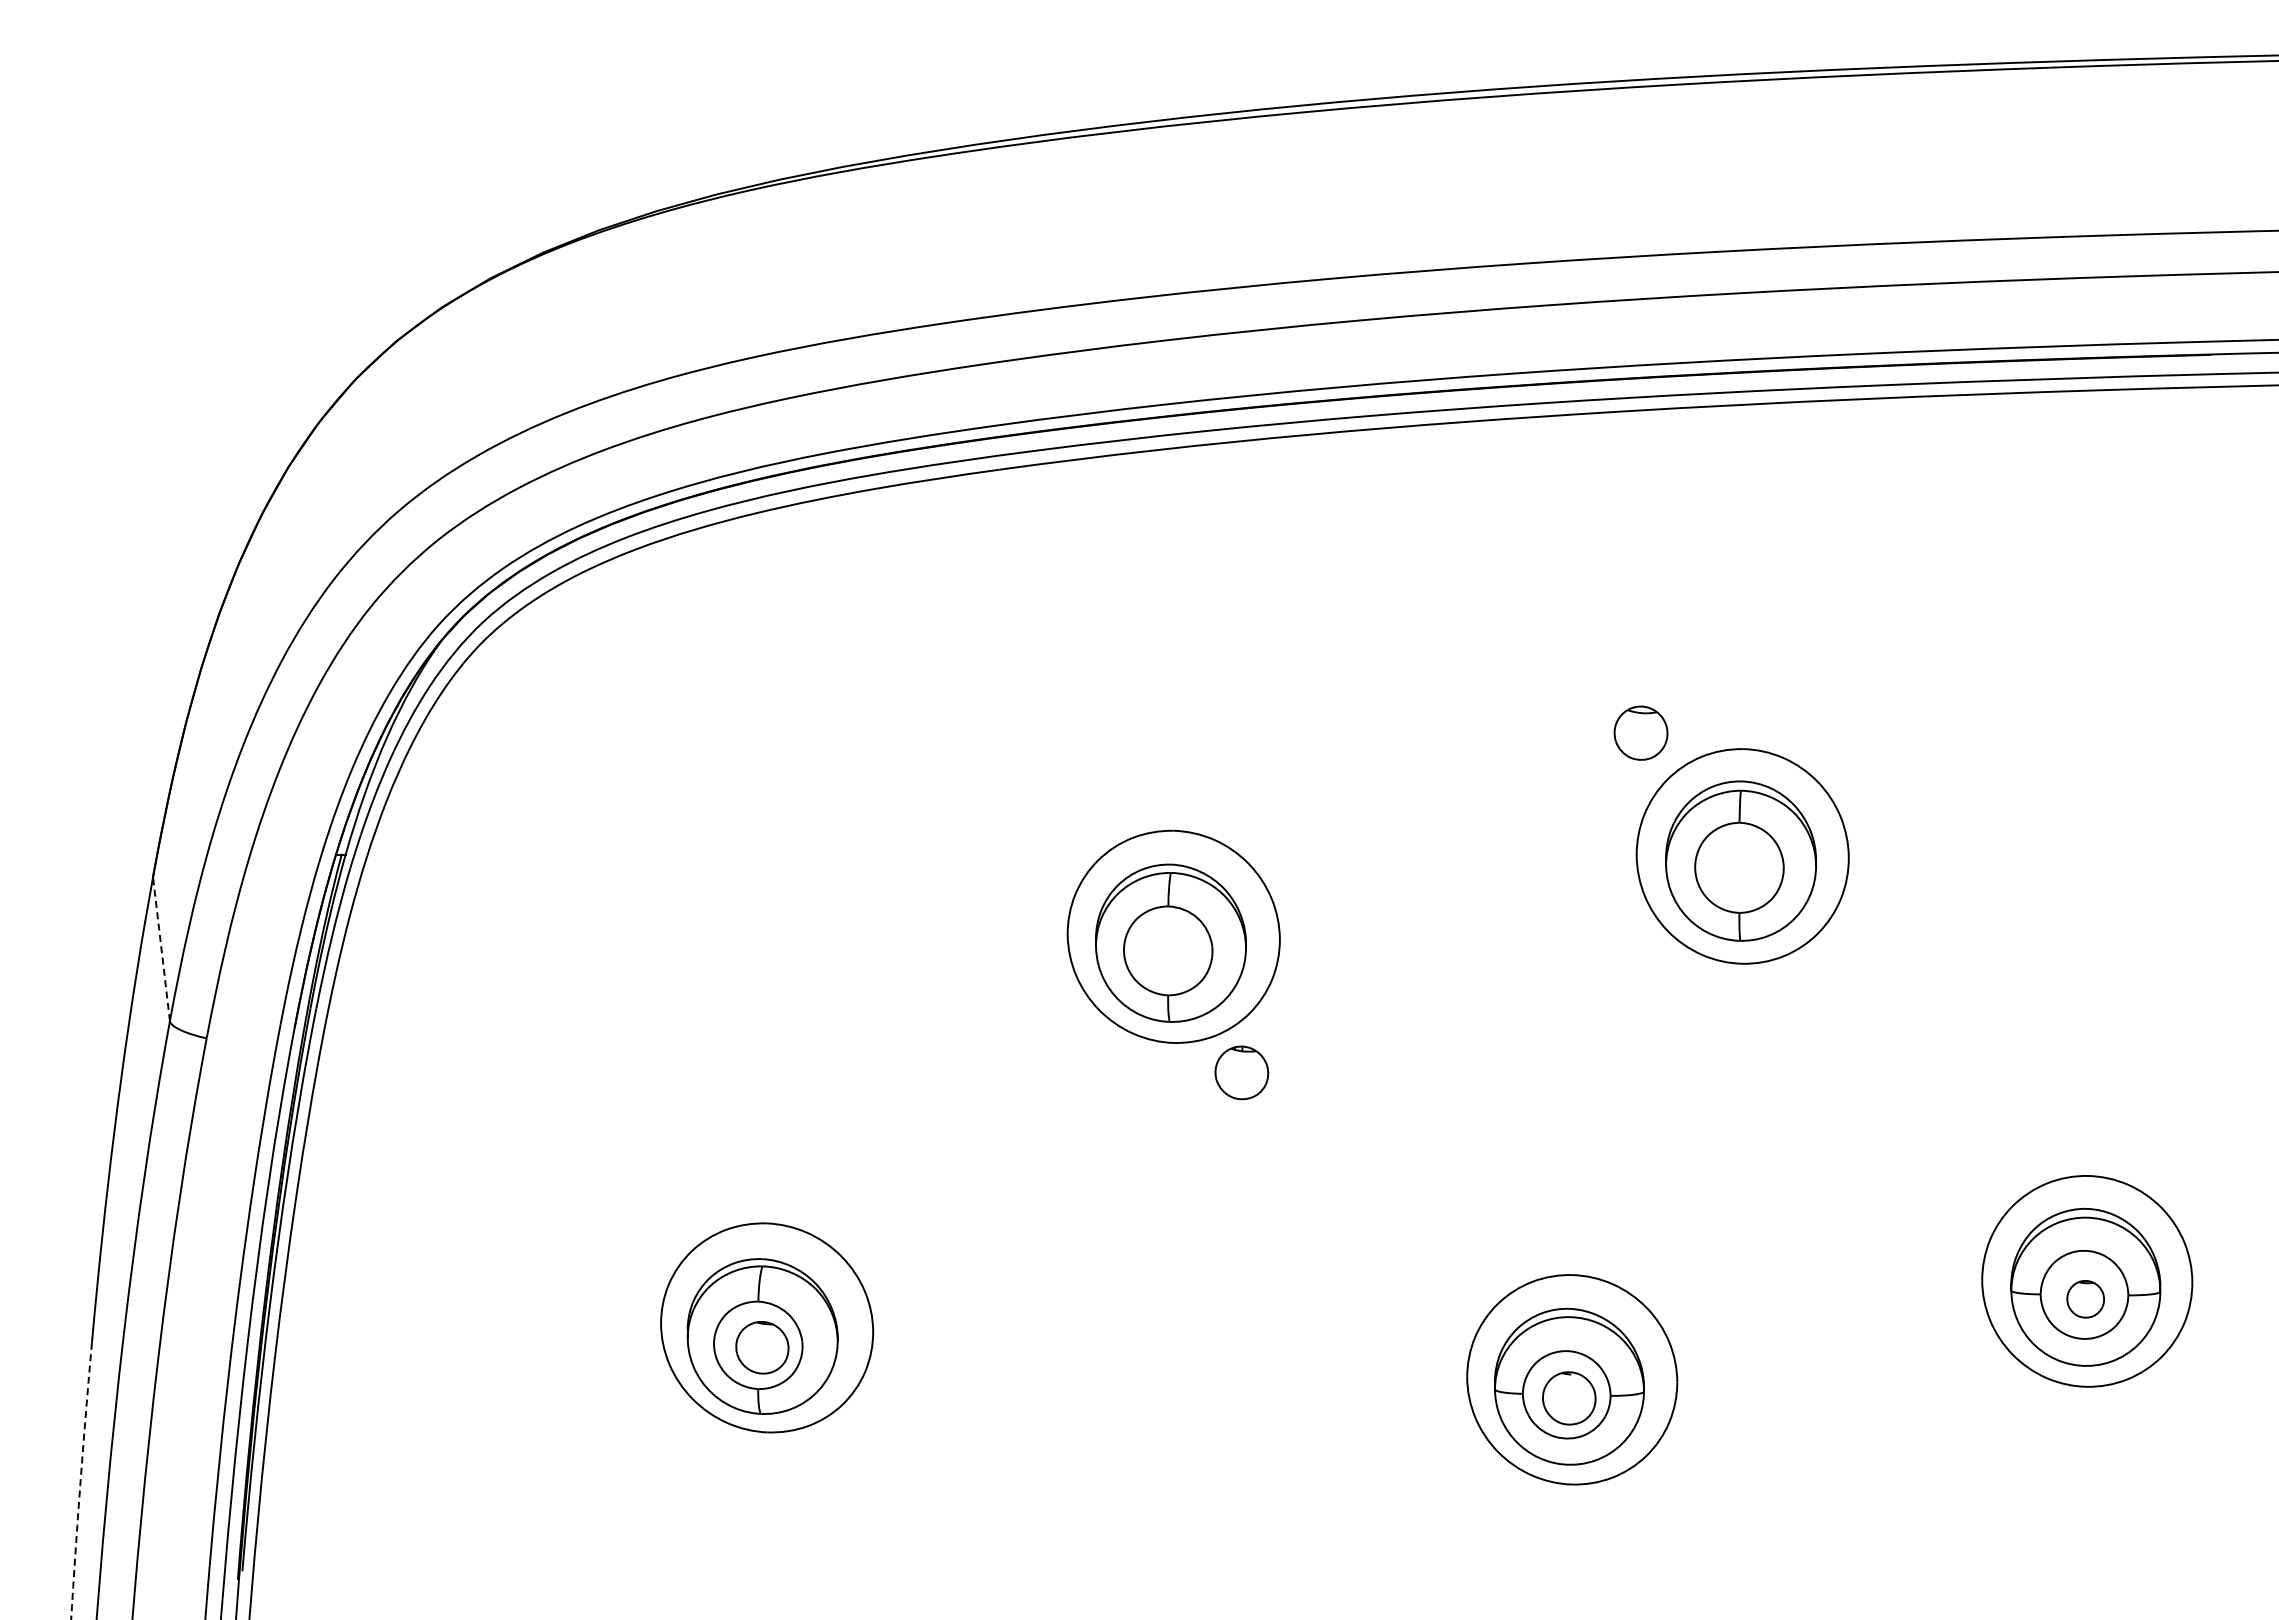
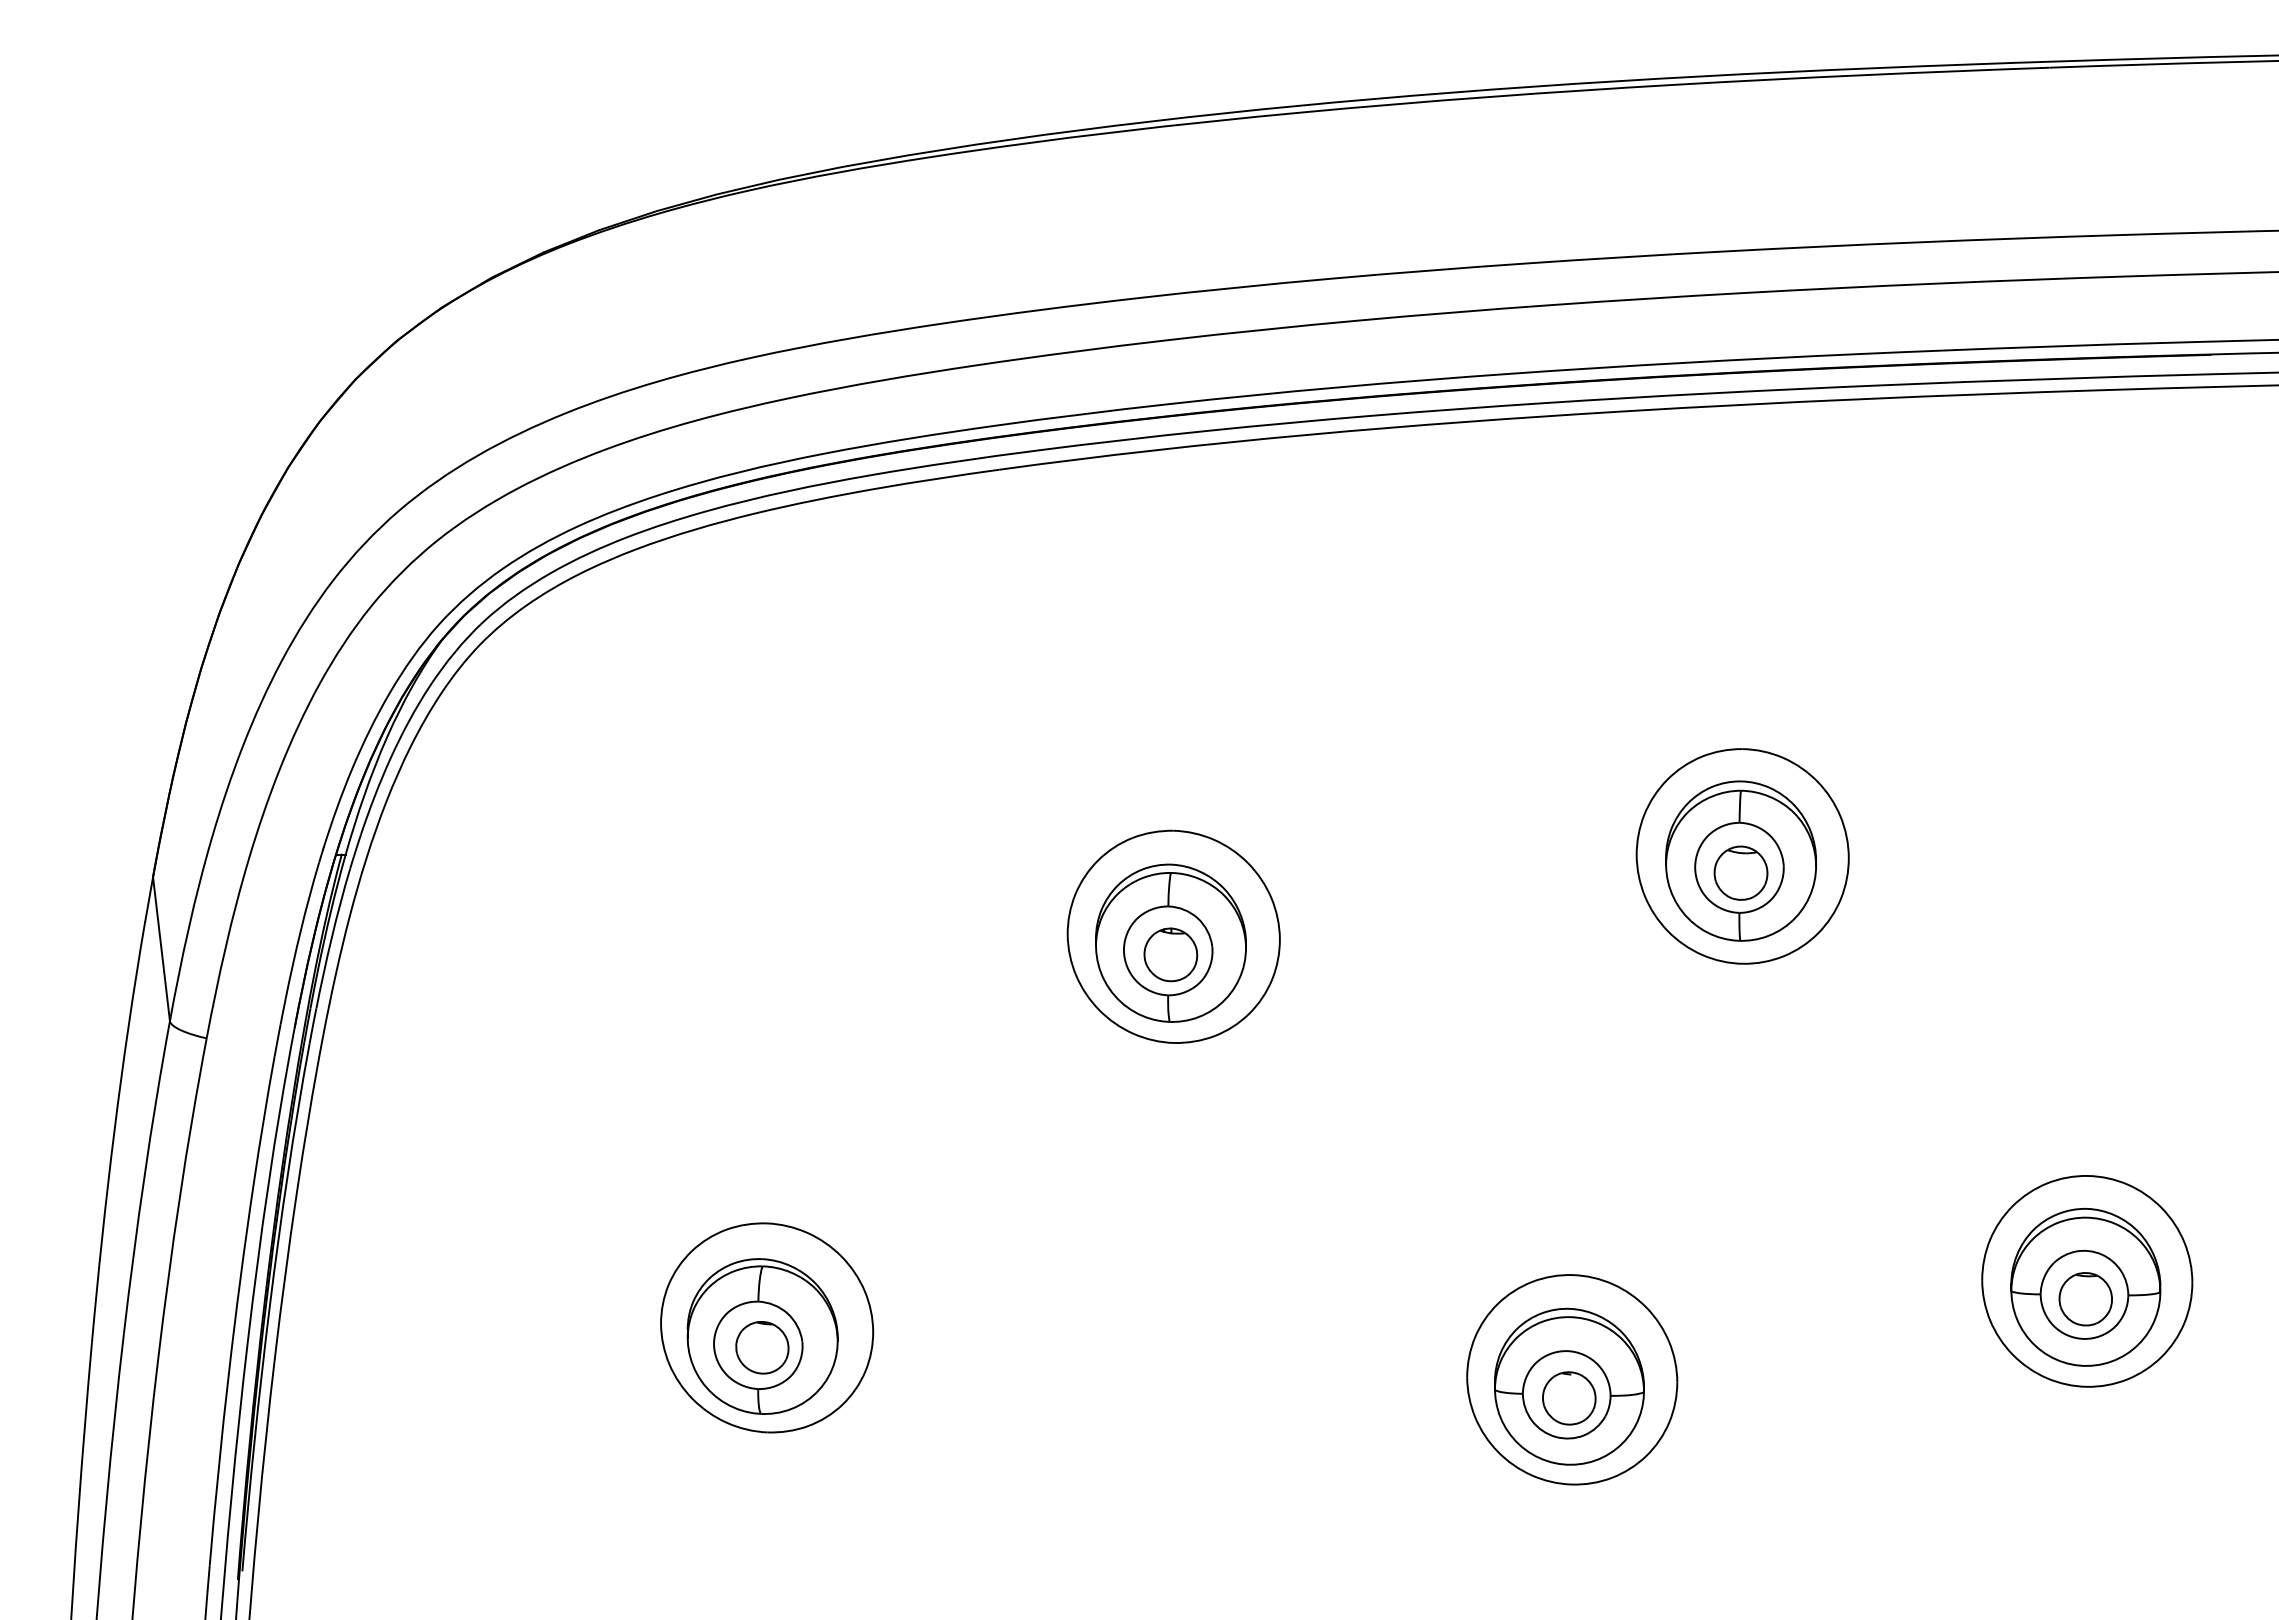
part at (1640, 732) position: (1640, 732) -> (1740, 872)
line at (161, 948): dashed -> solid
part at (1241, 1072) position: (1241, 1072) -> (1170, 954)
part at (2085, 1299) size: 39x39 px -> 55x55 px
arc at (80, 1481): dashed -> solid
